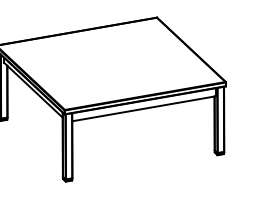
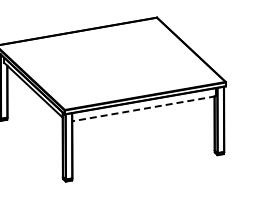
line at (144, 108): solid -> dashed
